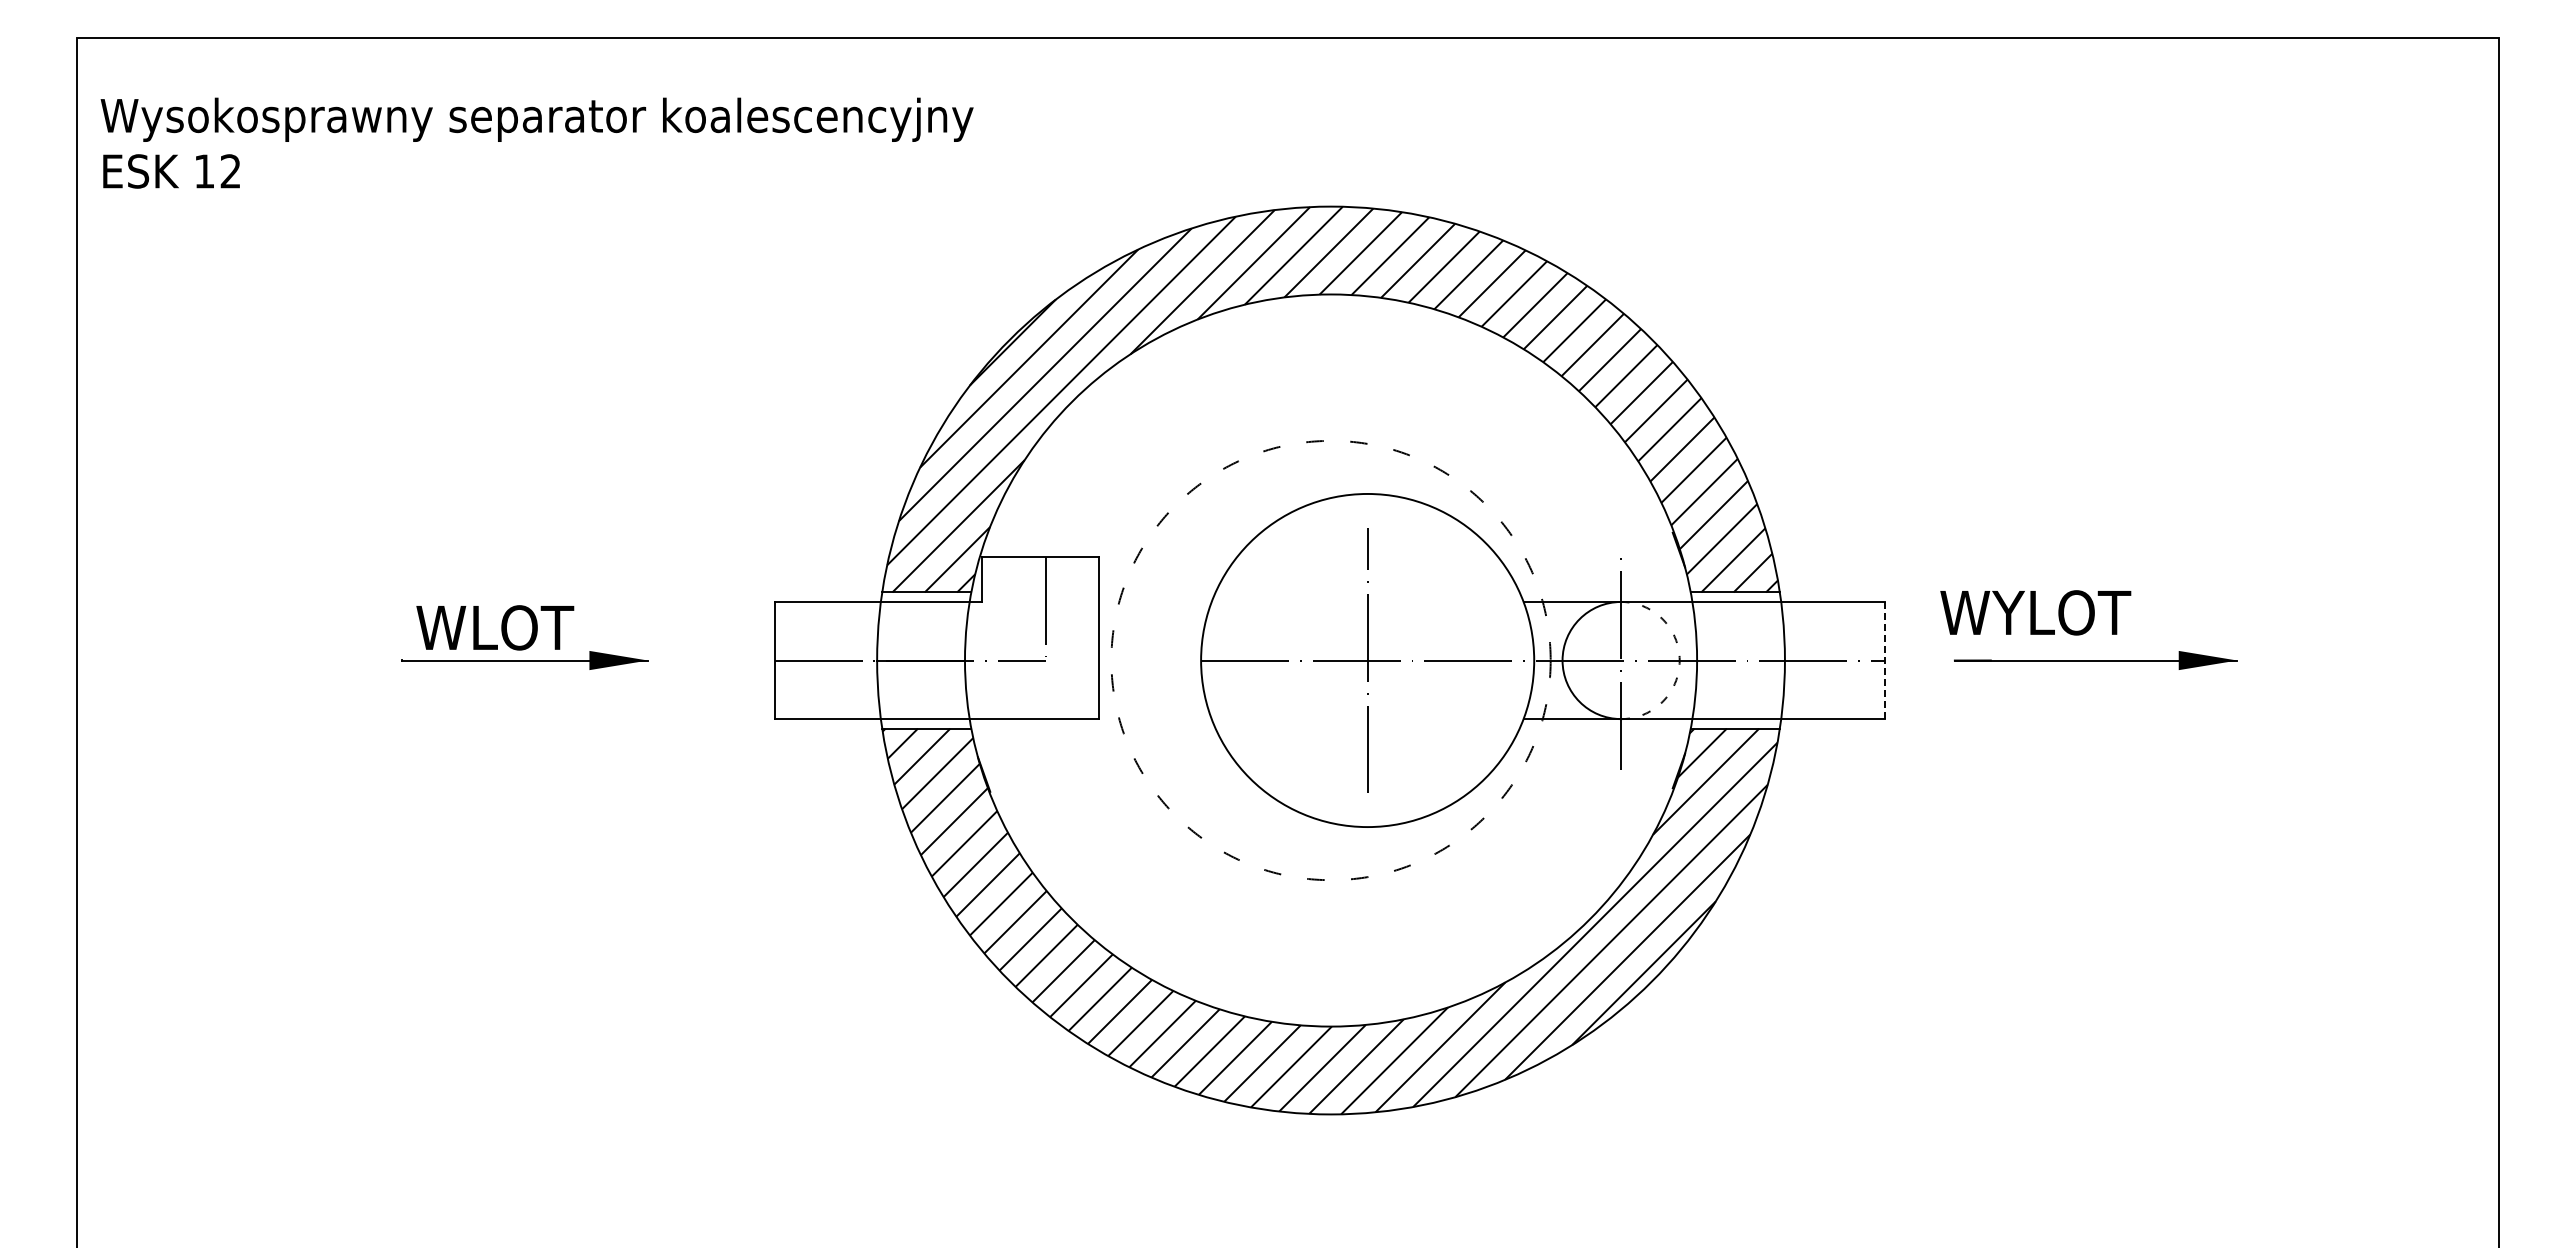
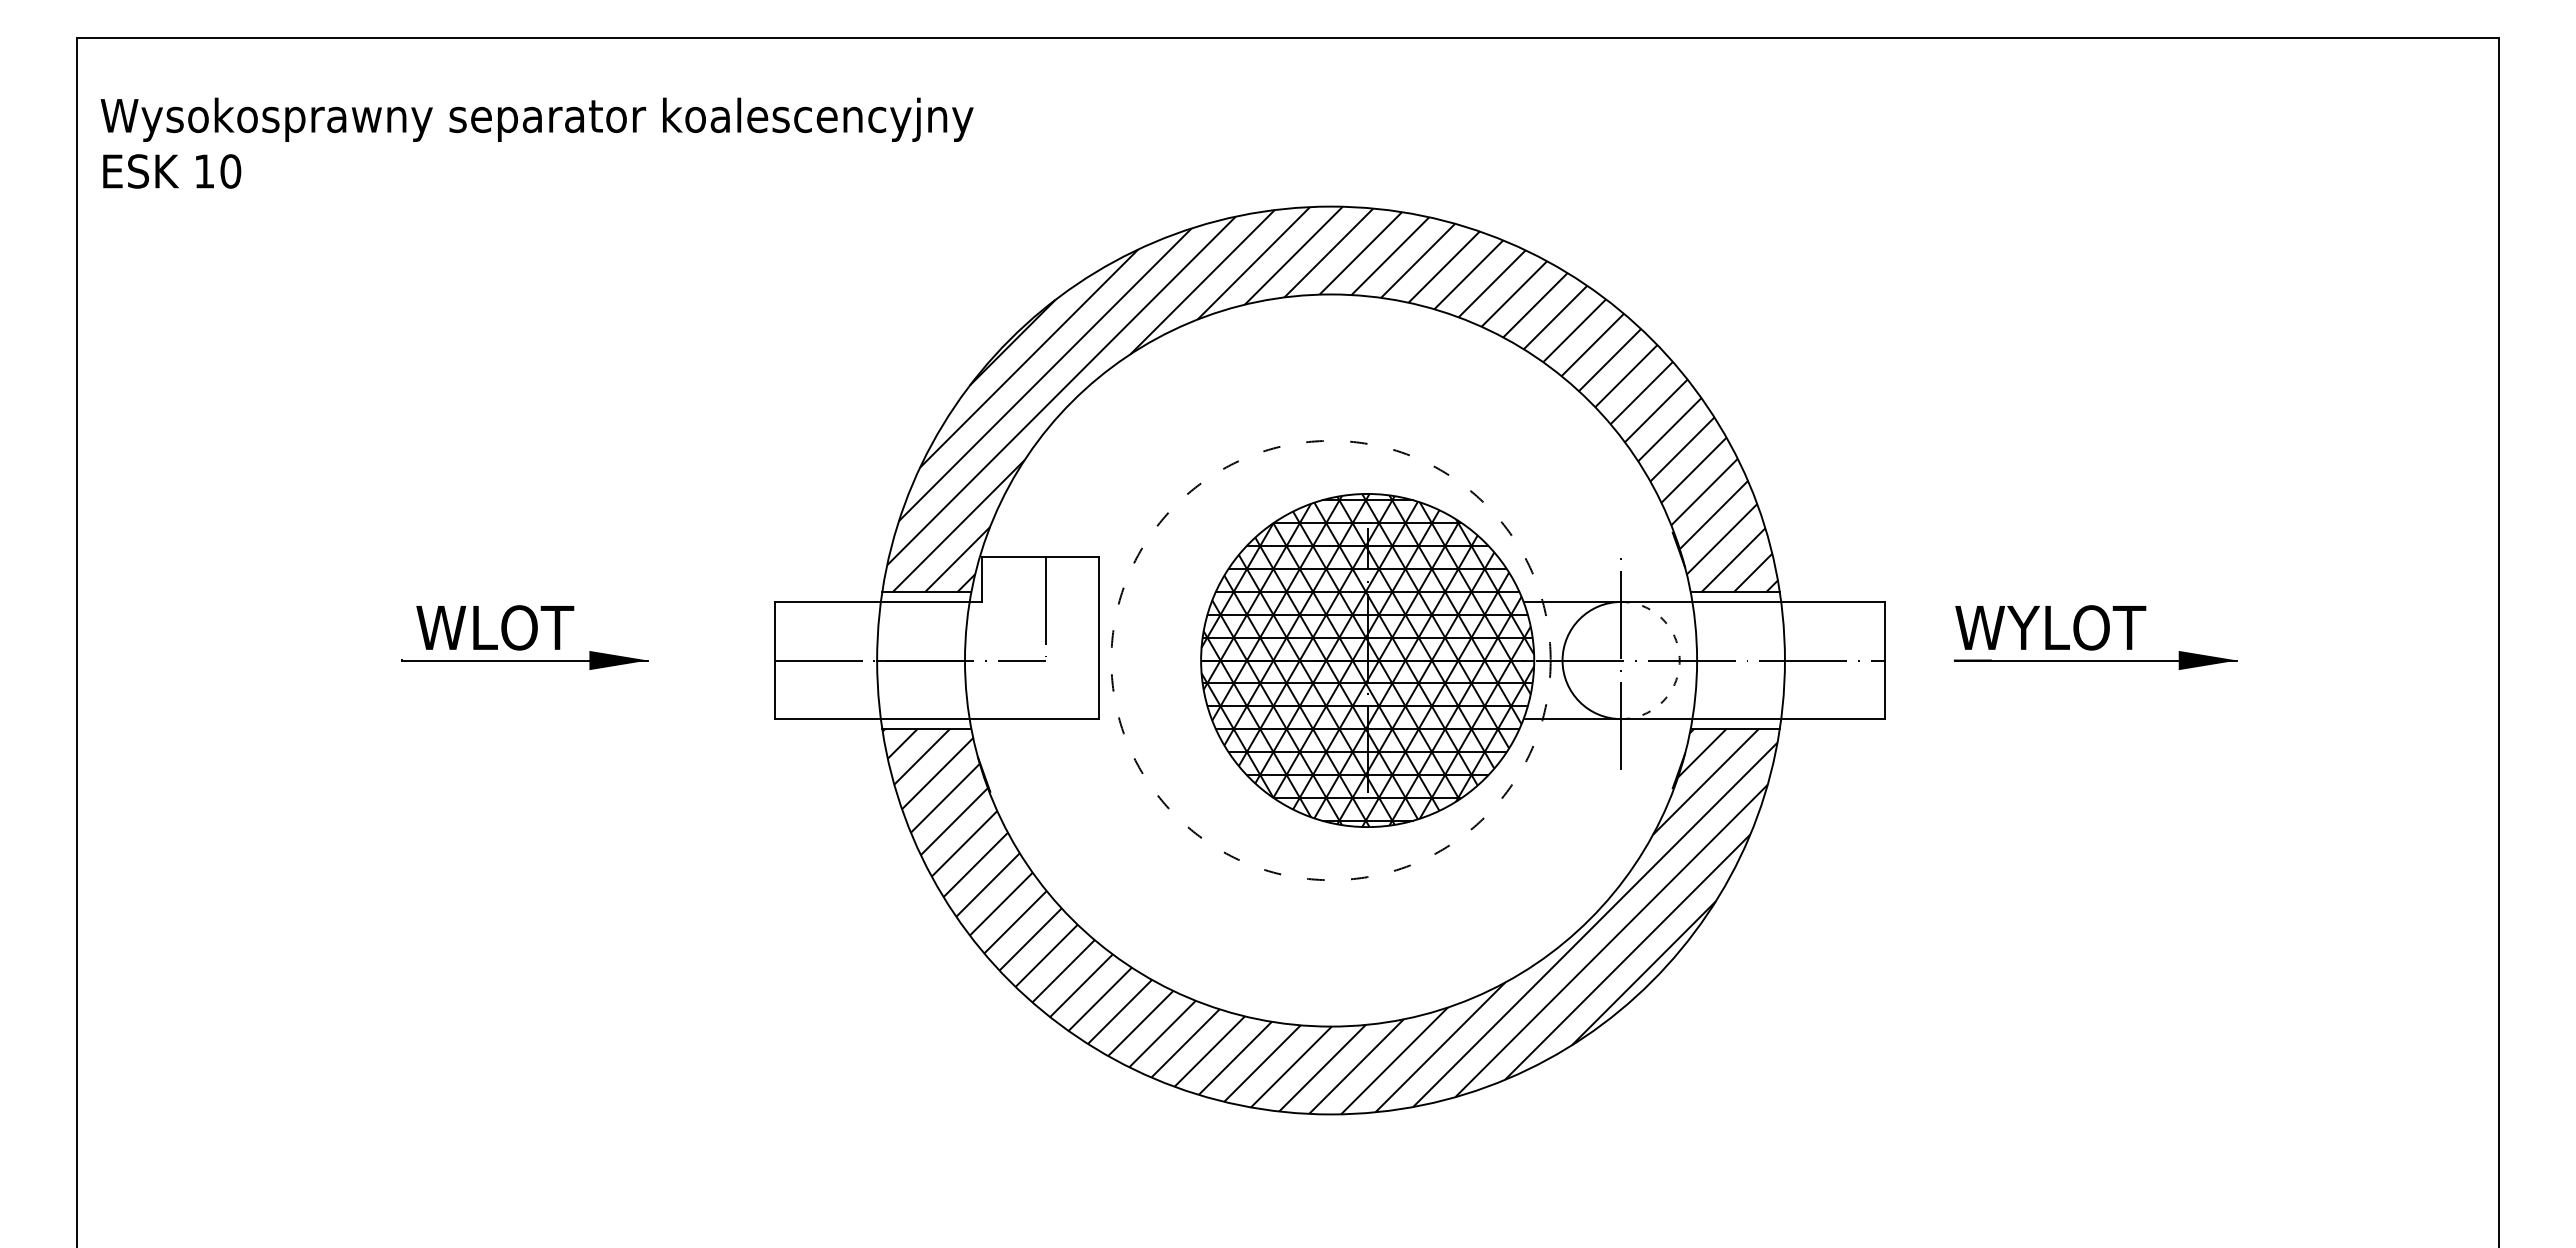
text at (230, 171): 12 -> 10
text at (2035, 612) position: (2035, 612) -> (2050, 627)
hatch at (1367, 660): none -> present
line at (1884, 660): dashed -> solid
